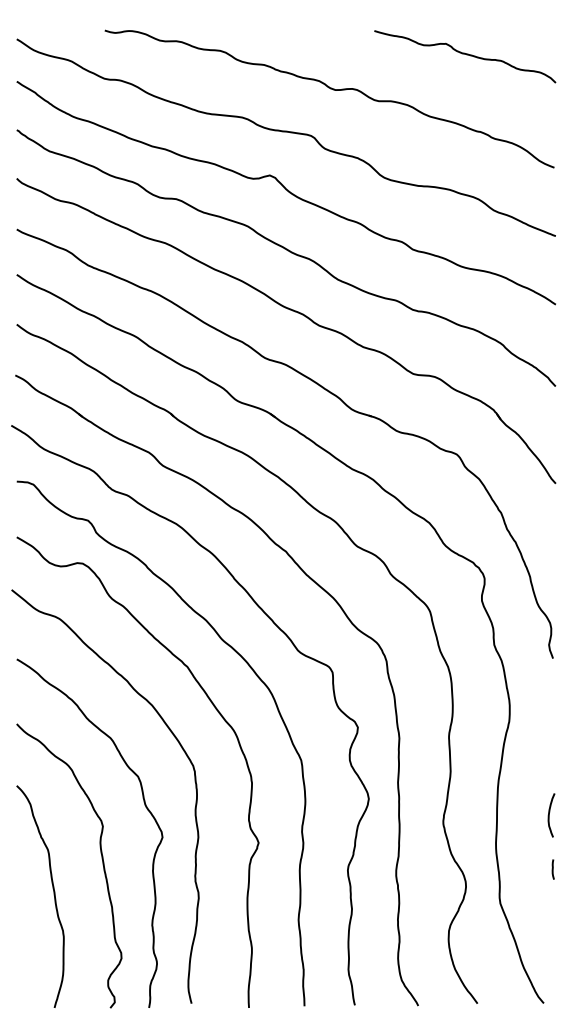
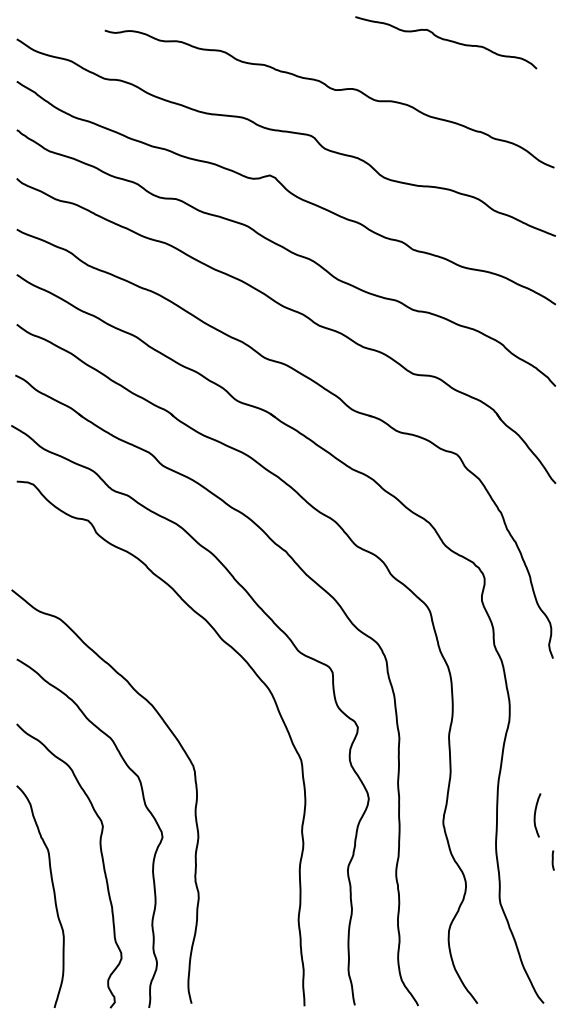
curve at (466, 55) position: (466, 55) -> (447, 41)
curve at (218, 713): present -> none
curve at (549, 815) position: (549, 815) -> (535, 815)
line at (552, 869) position: (552, 869) -> (552, 860)
